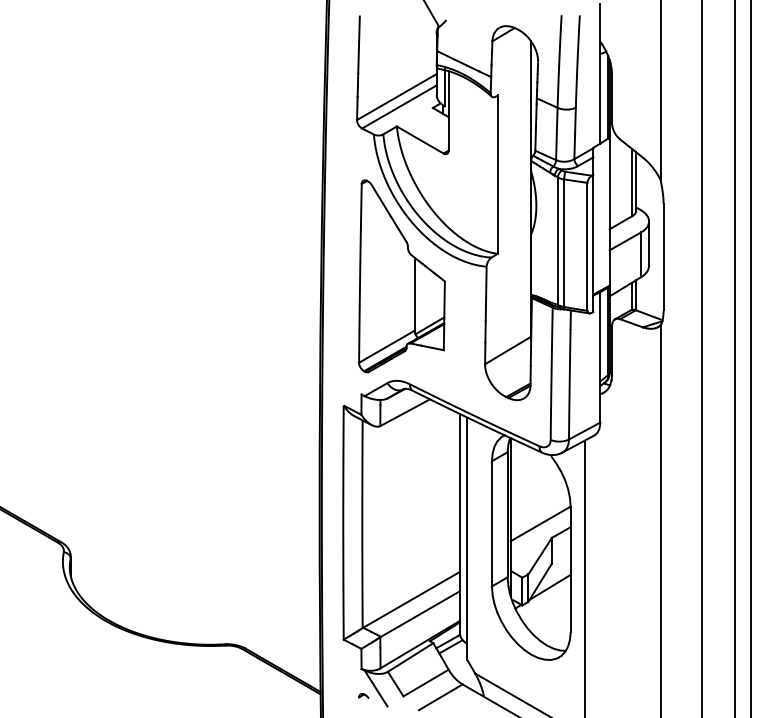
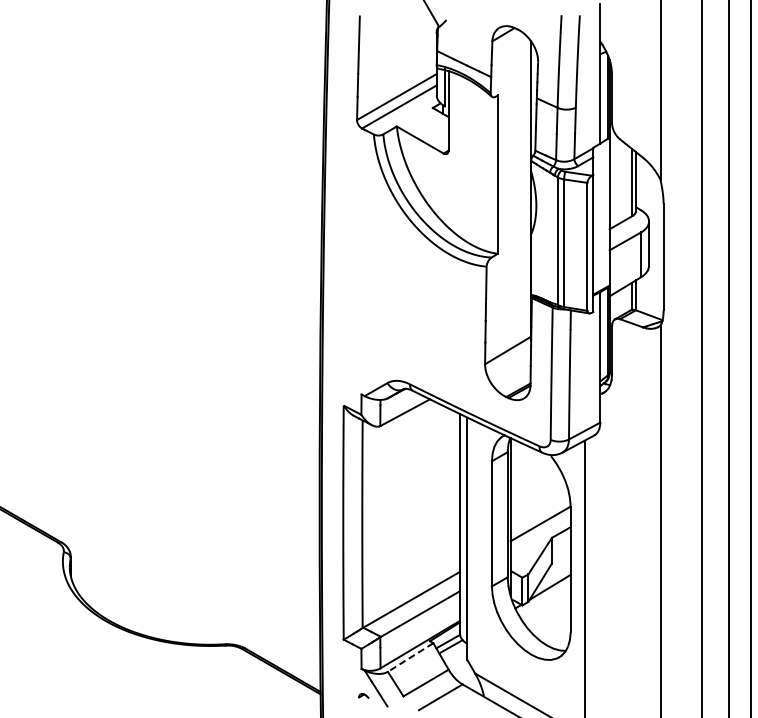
part at (401, 276): present -> none
line at (735, 358) position: (735, 358) -> (729, 358)
line at (410, 657): solid -> dashed
